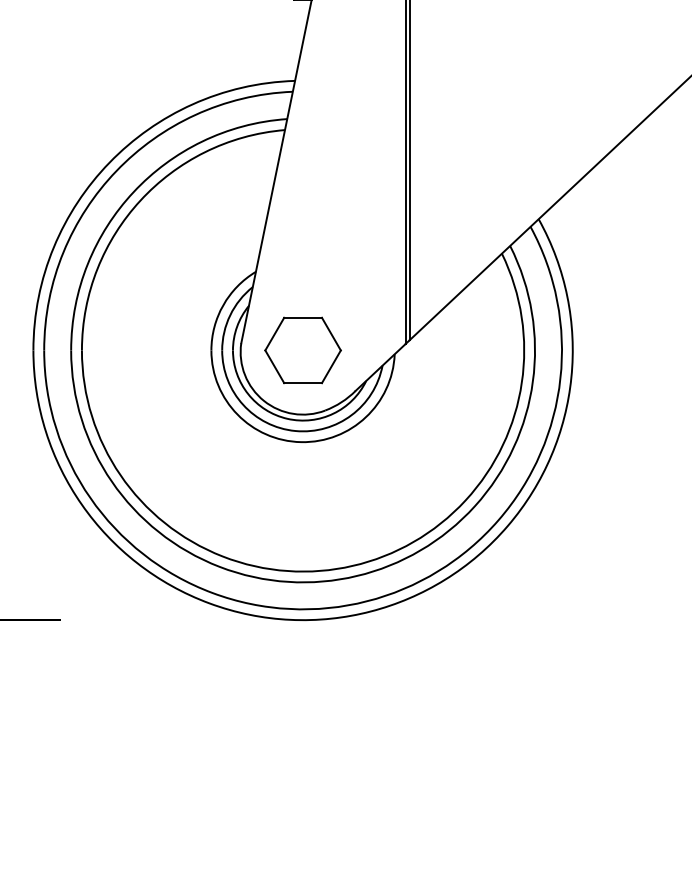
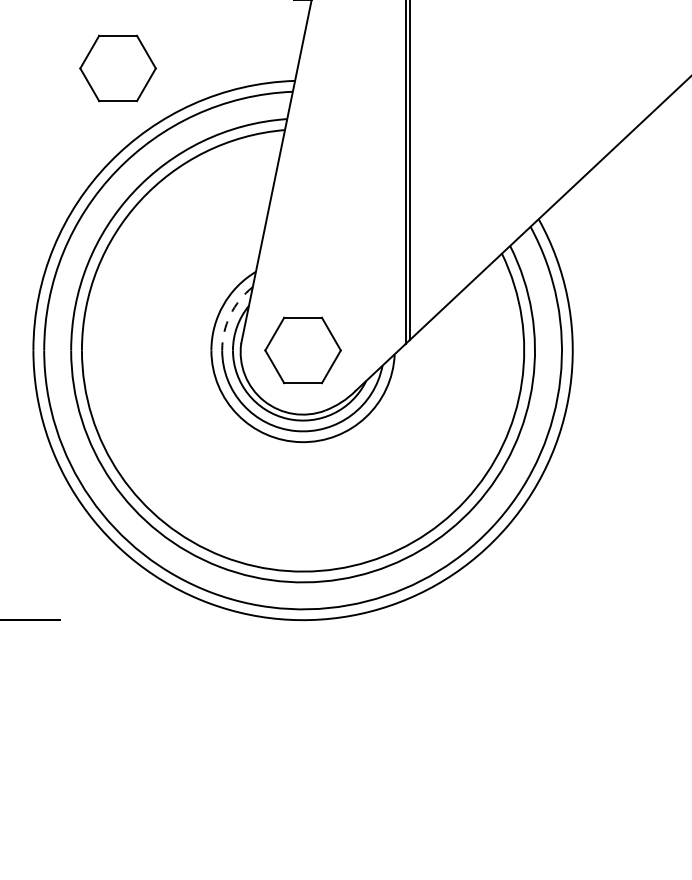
part at (117, 68): none -> present
arc at (230, 315): solid -> dashed
